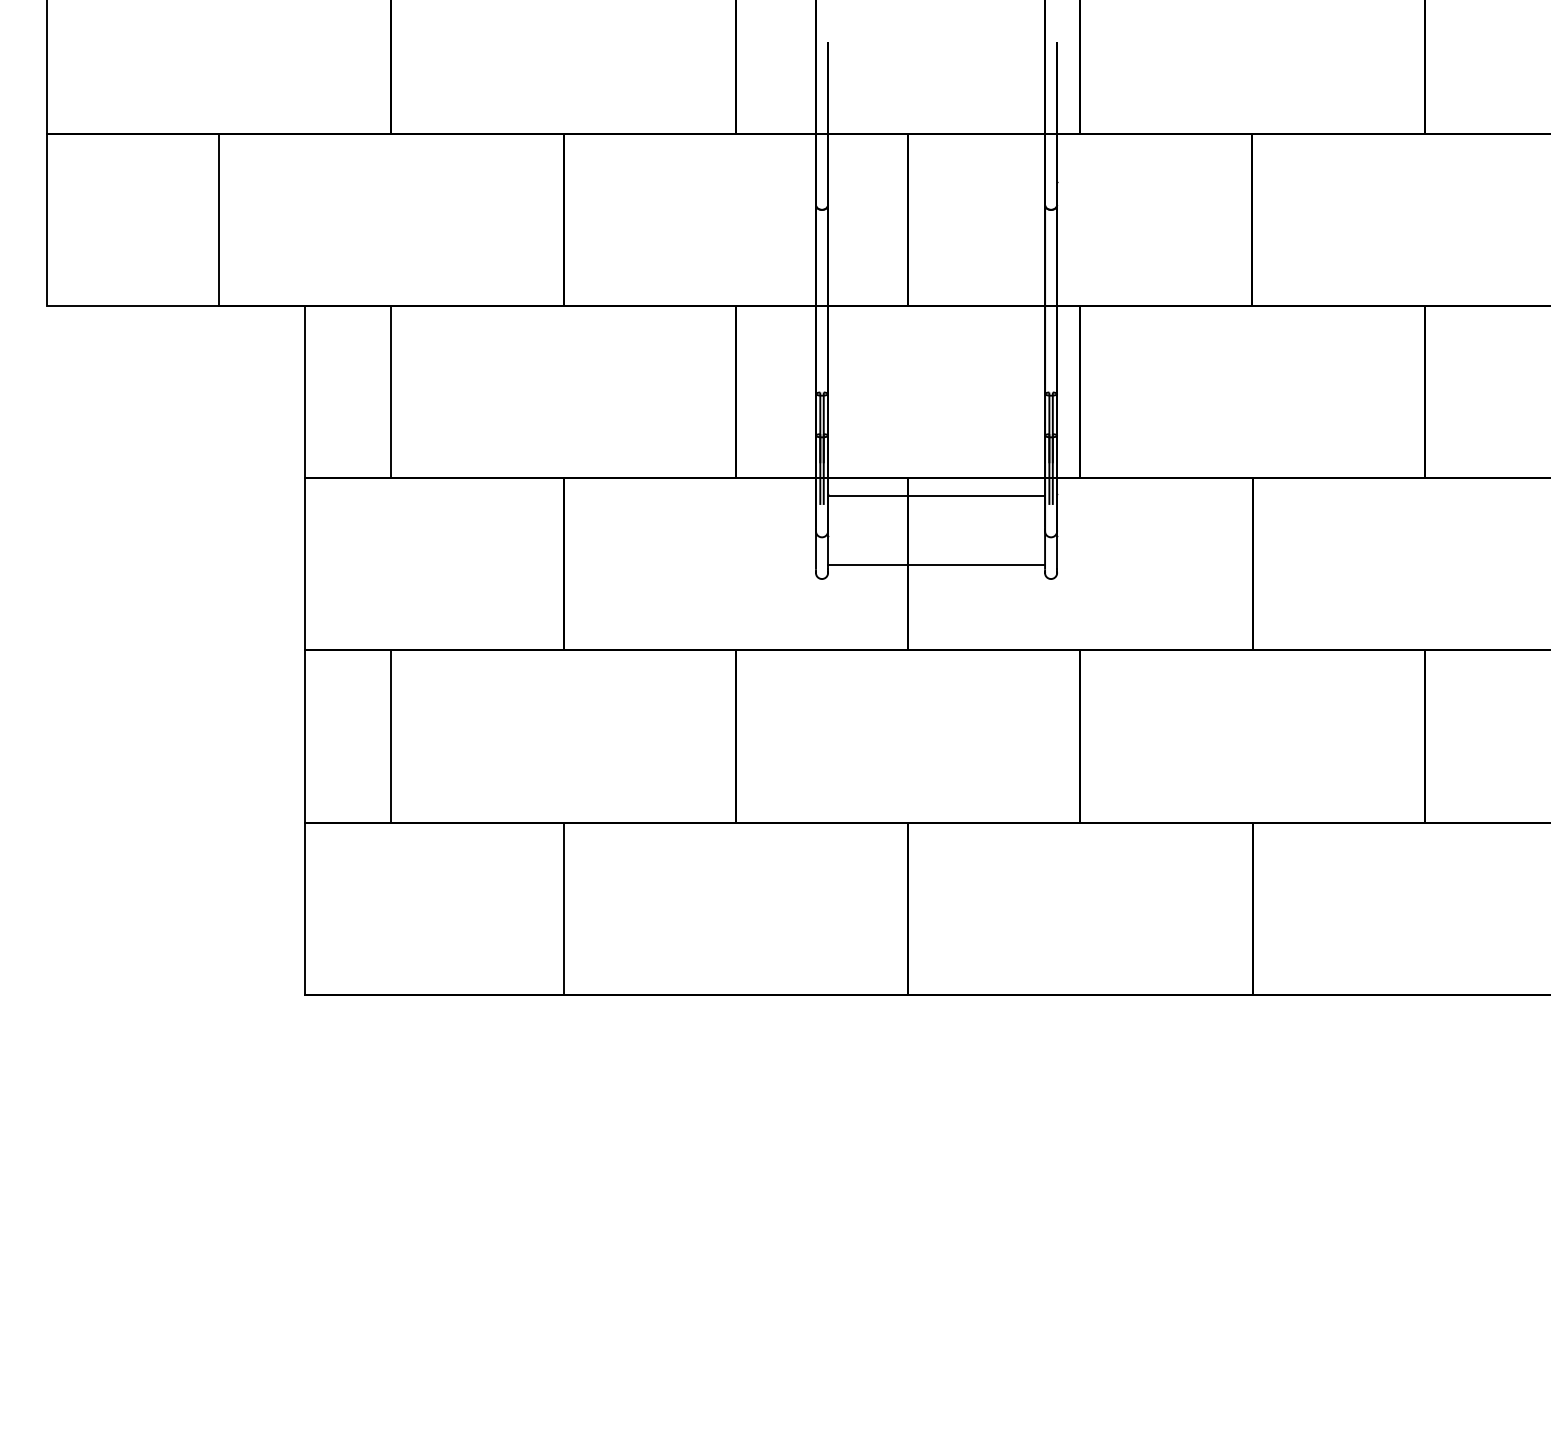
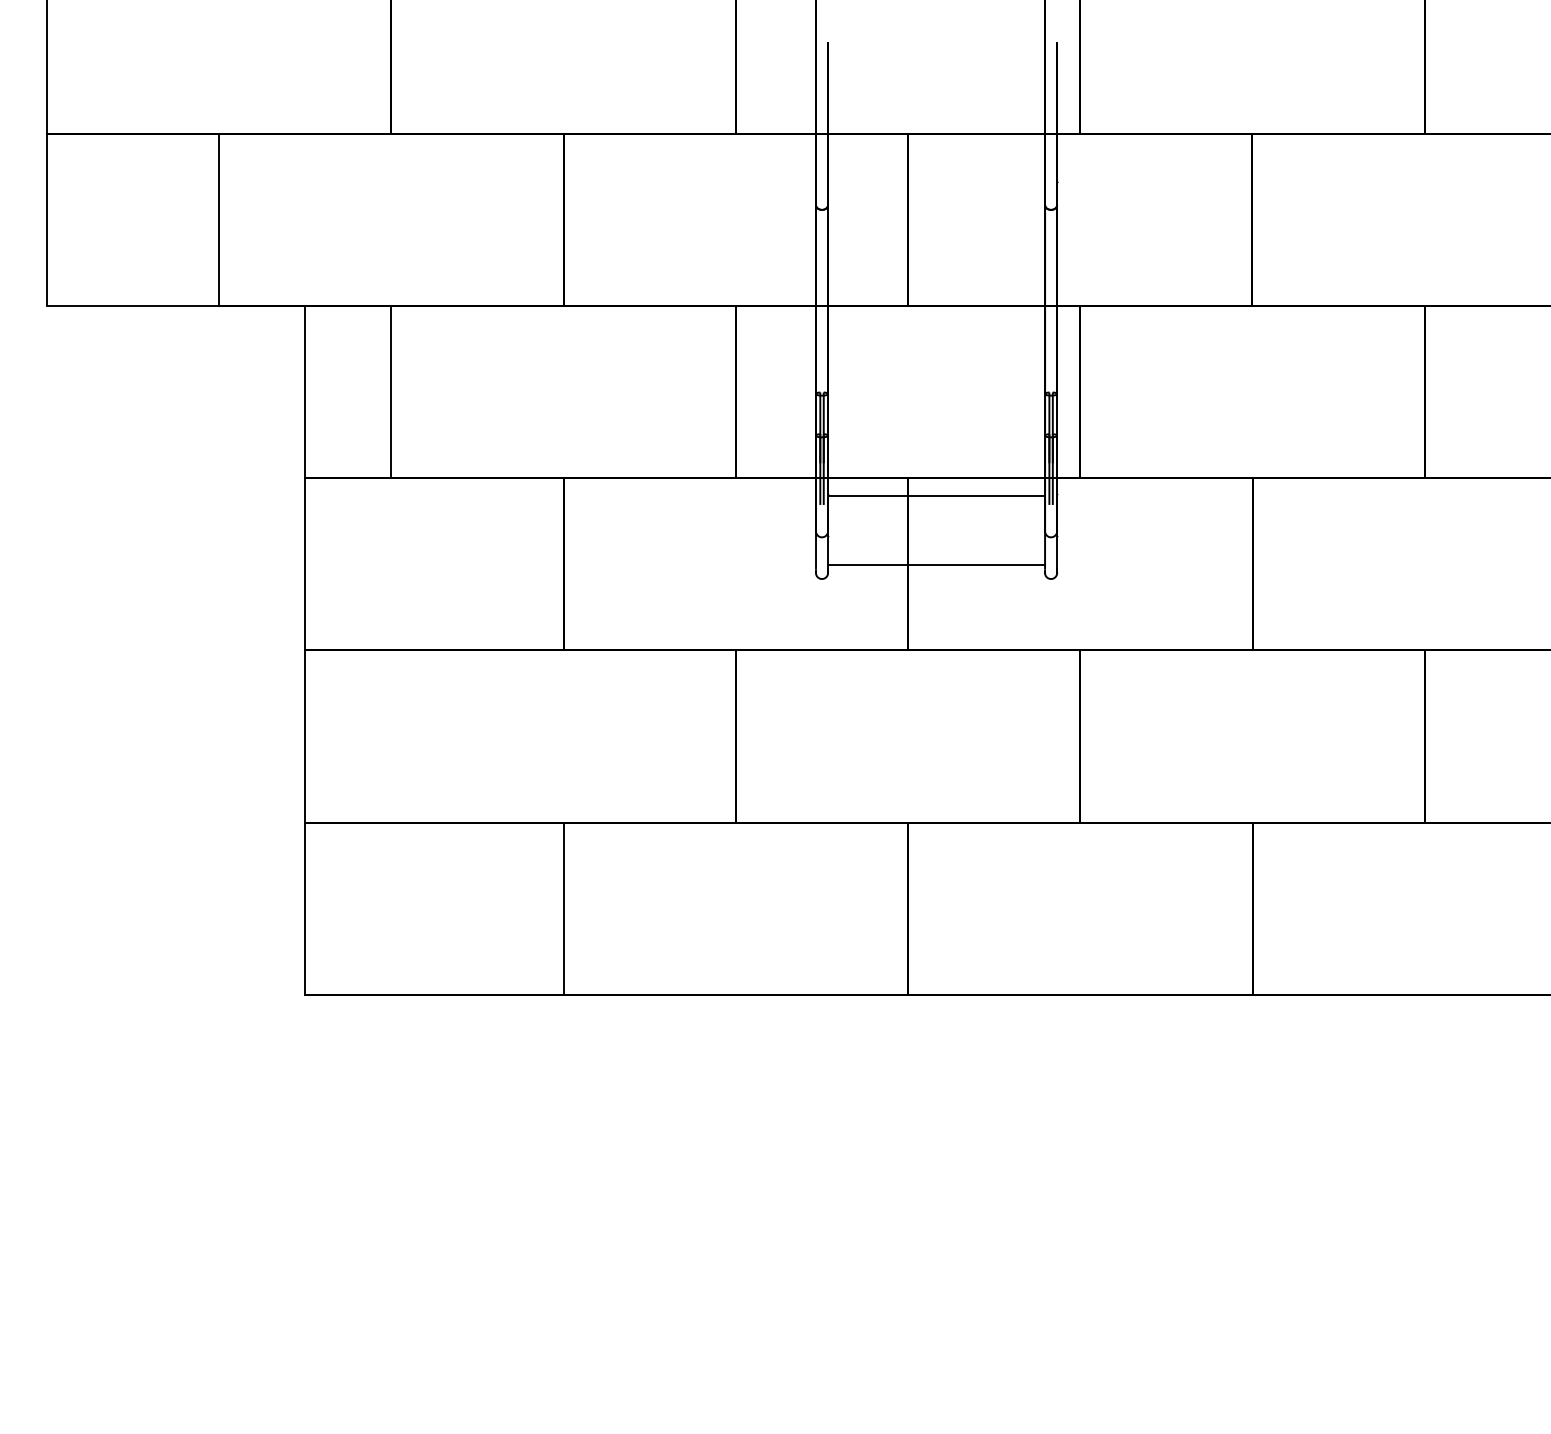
line at (391, 736): present -> none
